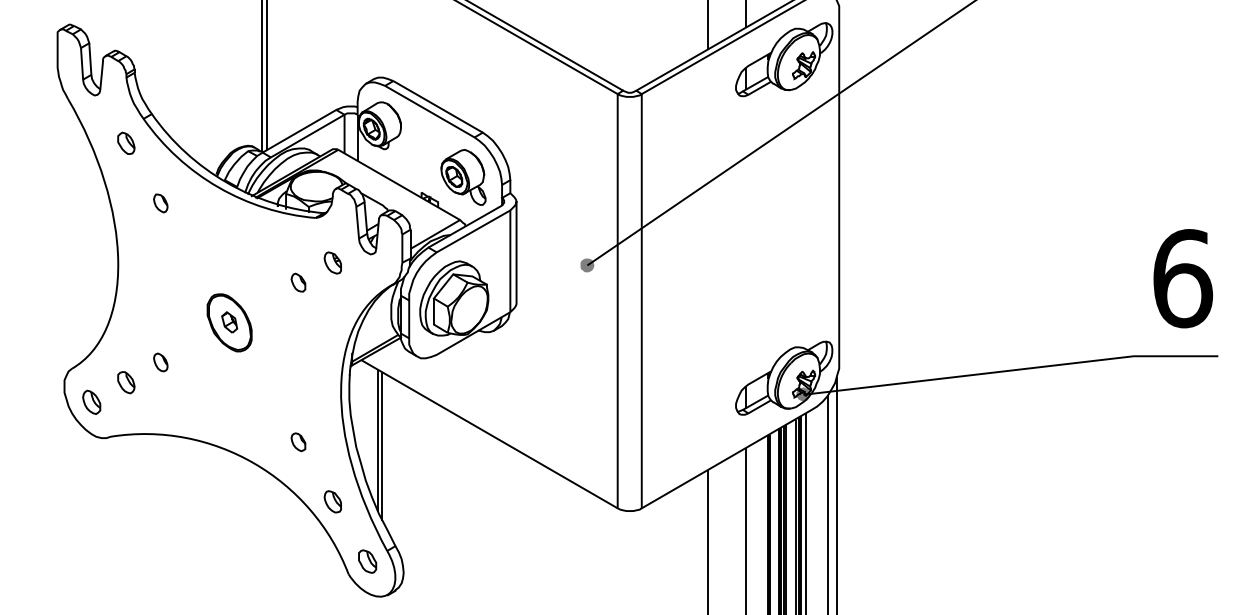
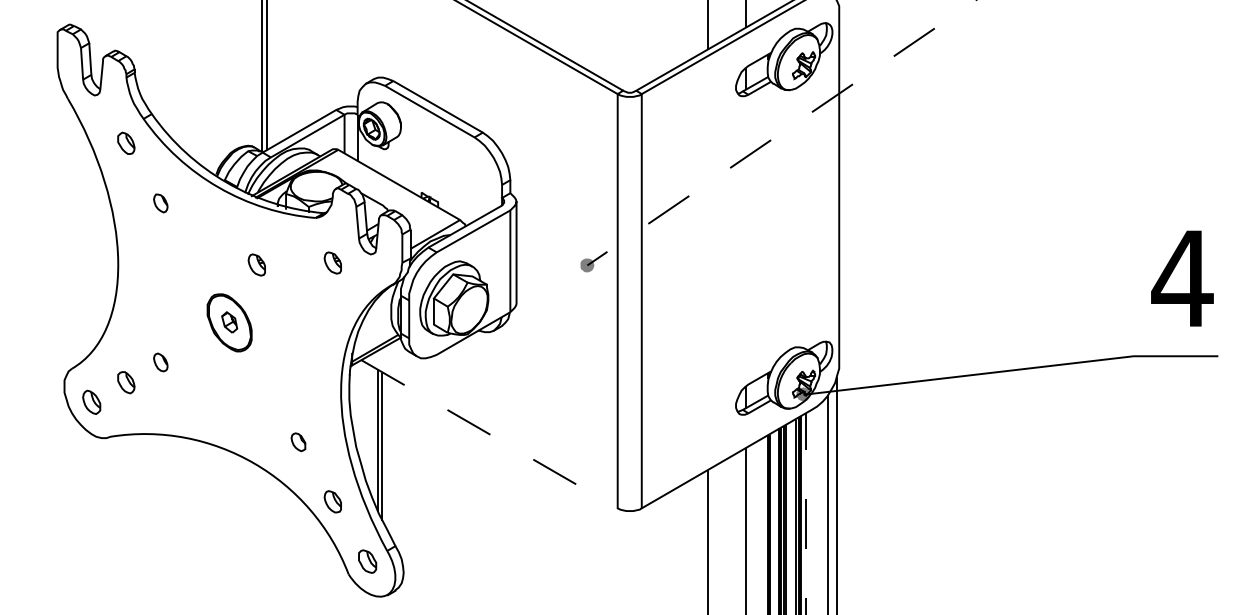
line at (781, 133): solid -> dashed
part at (463, 177): present -> none
part at (256, 264): none -> present
text at (1182, 278): 6 -> 4
part at (298, 282): present -> none
line at (489, 434): solid -> dashed
line at (805, 513): solid -> dashed
